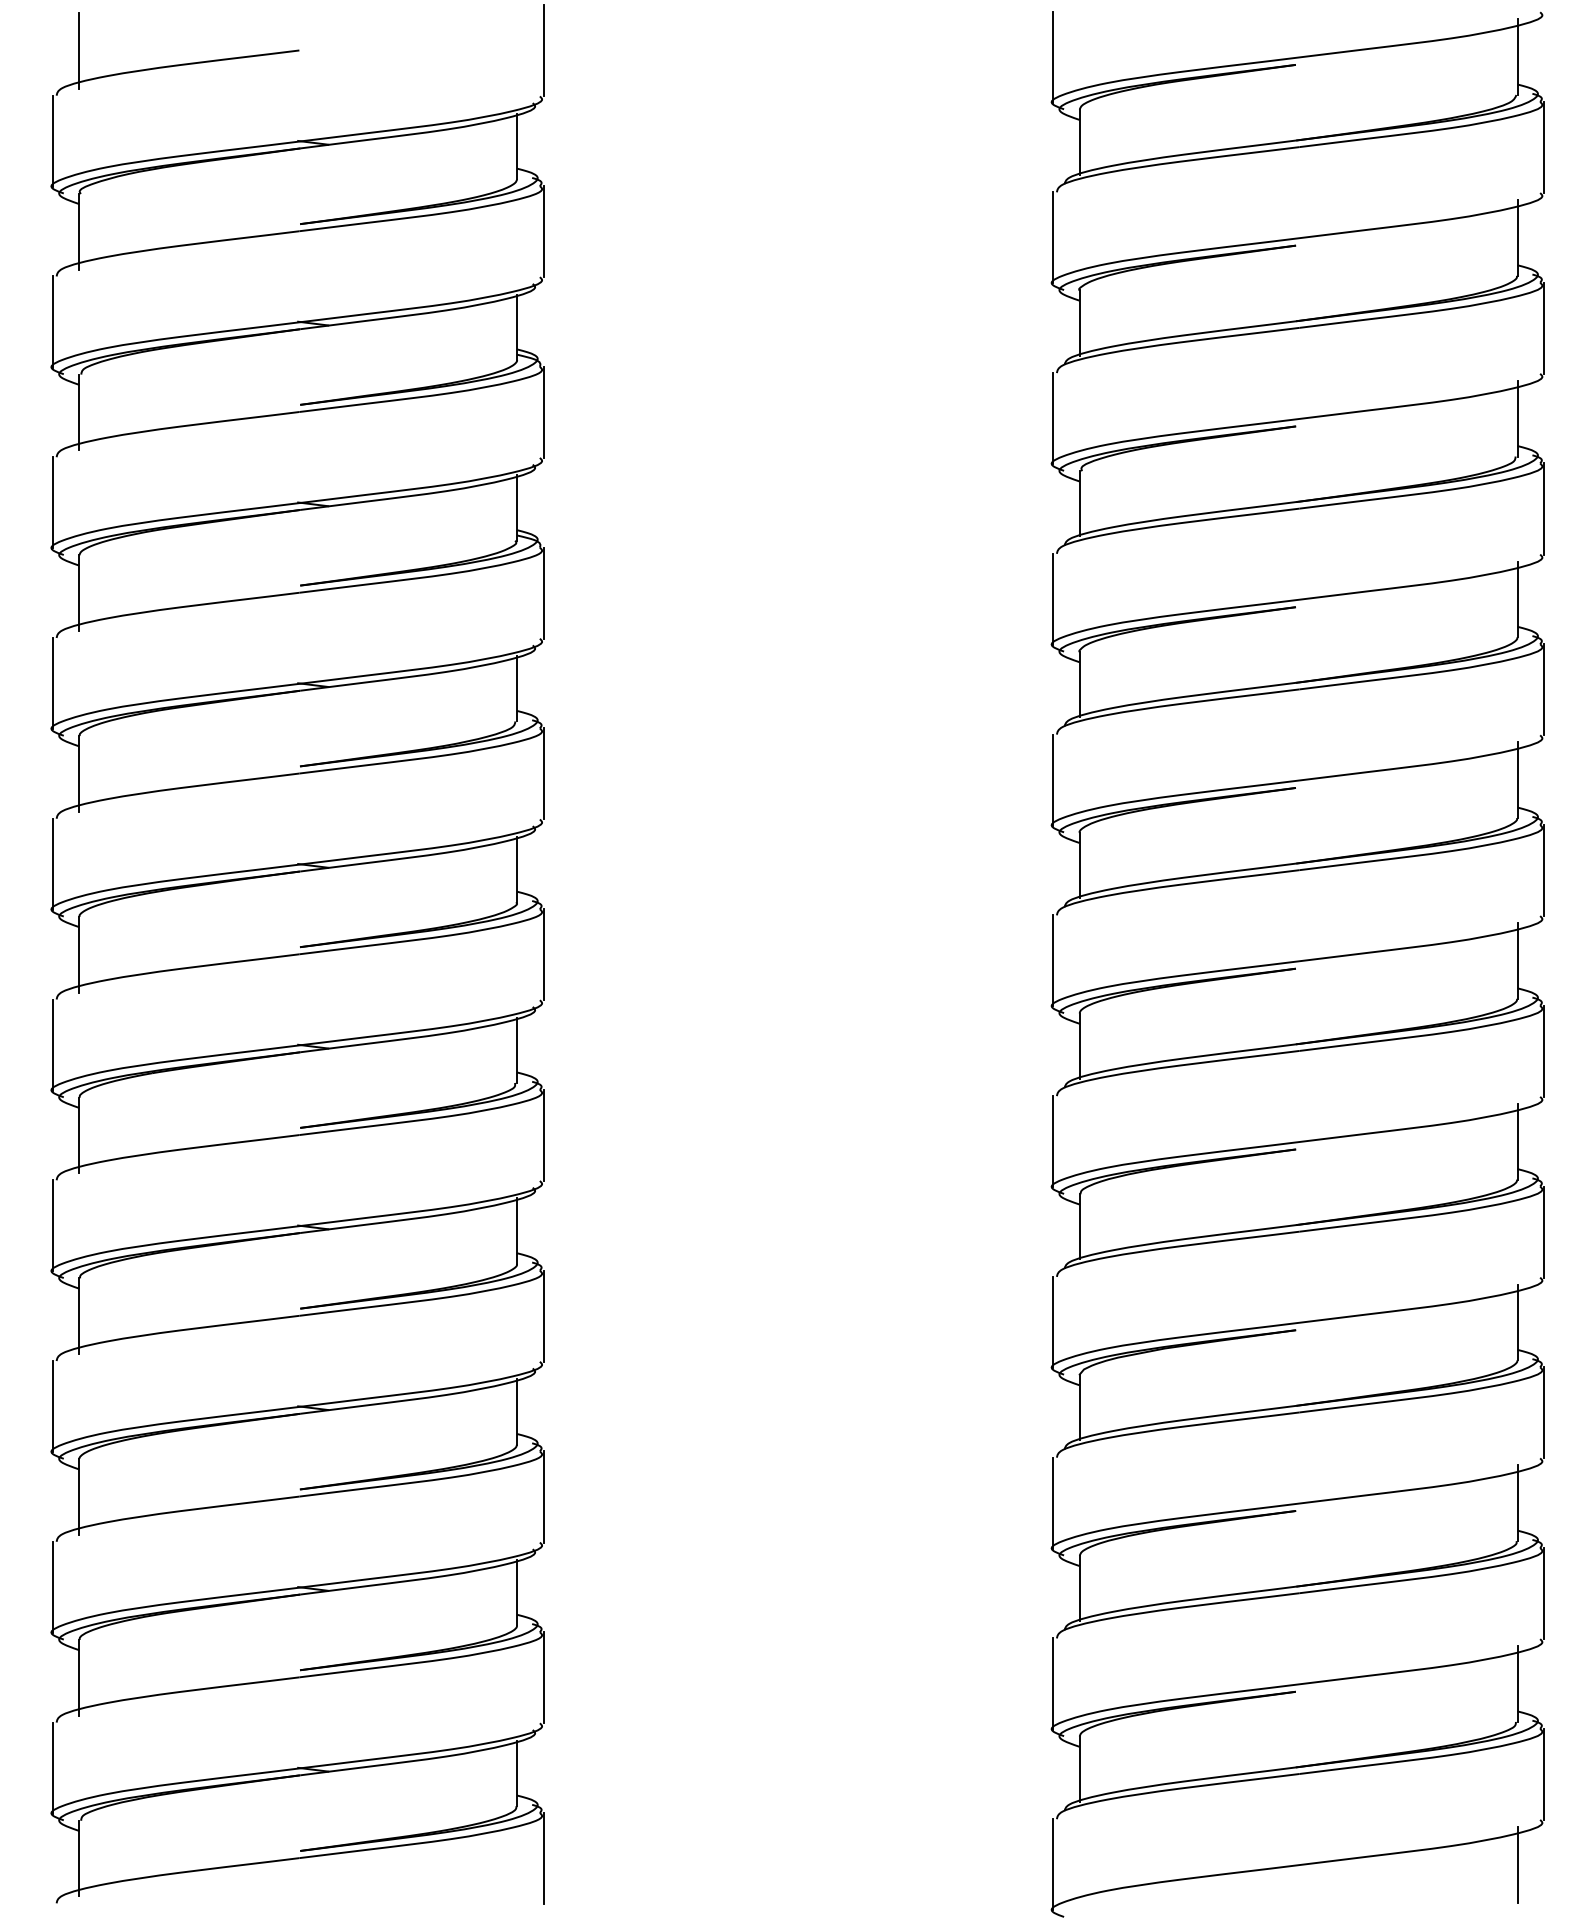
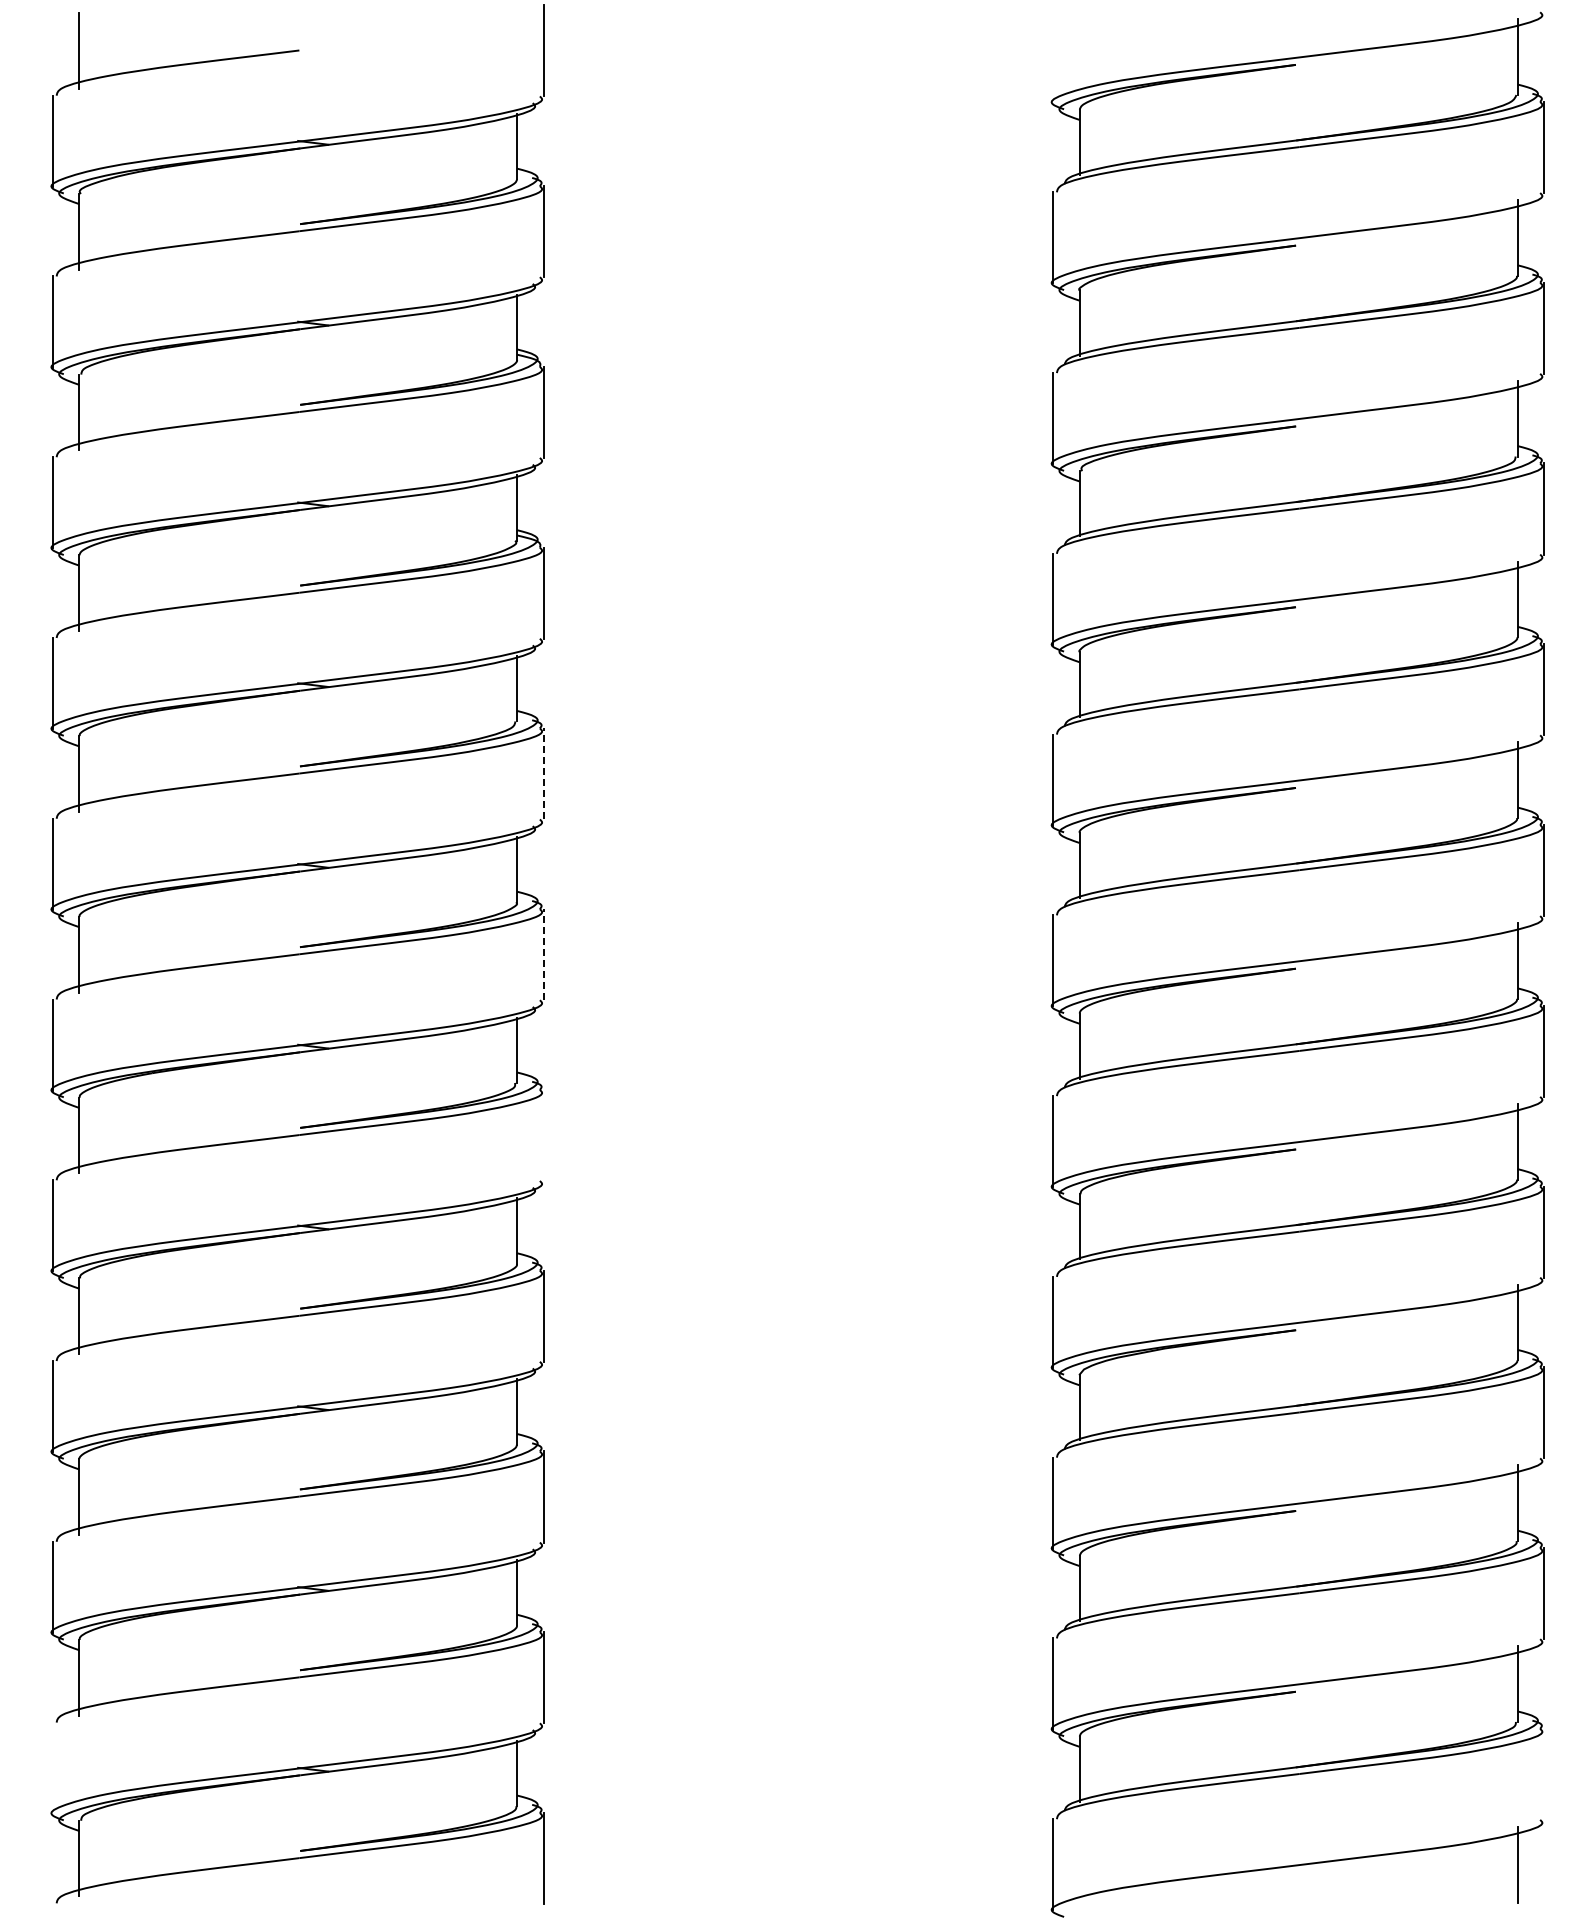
line at (1053, 56): present -> none
line at (543, 773): solid -> dashed
line at (543, 954): solid -> dashed
line at (543, 1134): present -> none
line at (53, 1767): present -> none
line at (1543, 1773): present -> none
